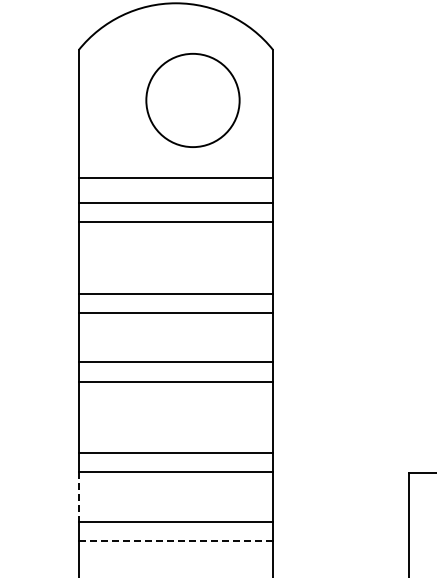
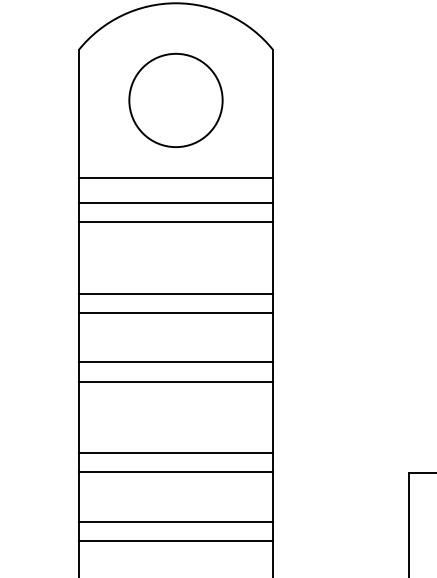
circle at (192, 100) position: (192, 100) -> (175, 100)
line at (78, 497): dashed -> solid
line at (175, 541): dashed -> solid
